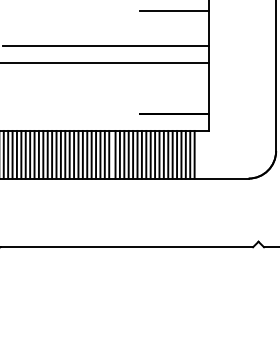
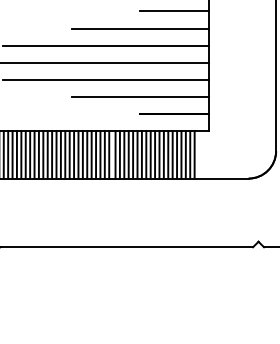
line at (140, 28): none -> present
line at (106, 79): none -> present
line at (140, 96): none -> present
